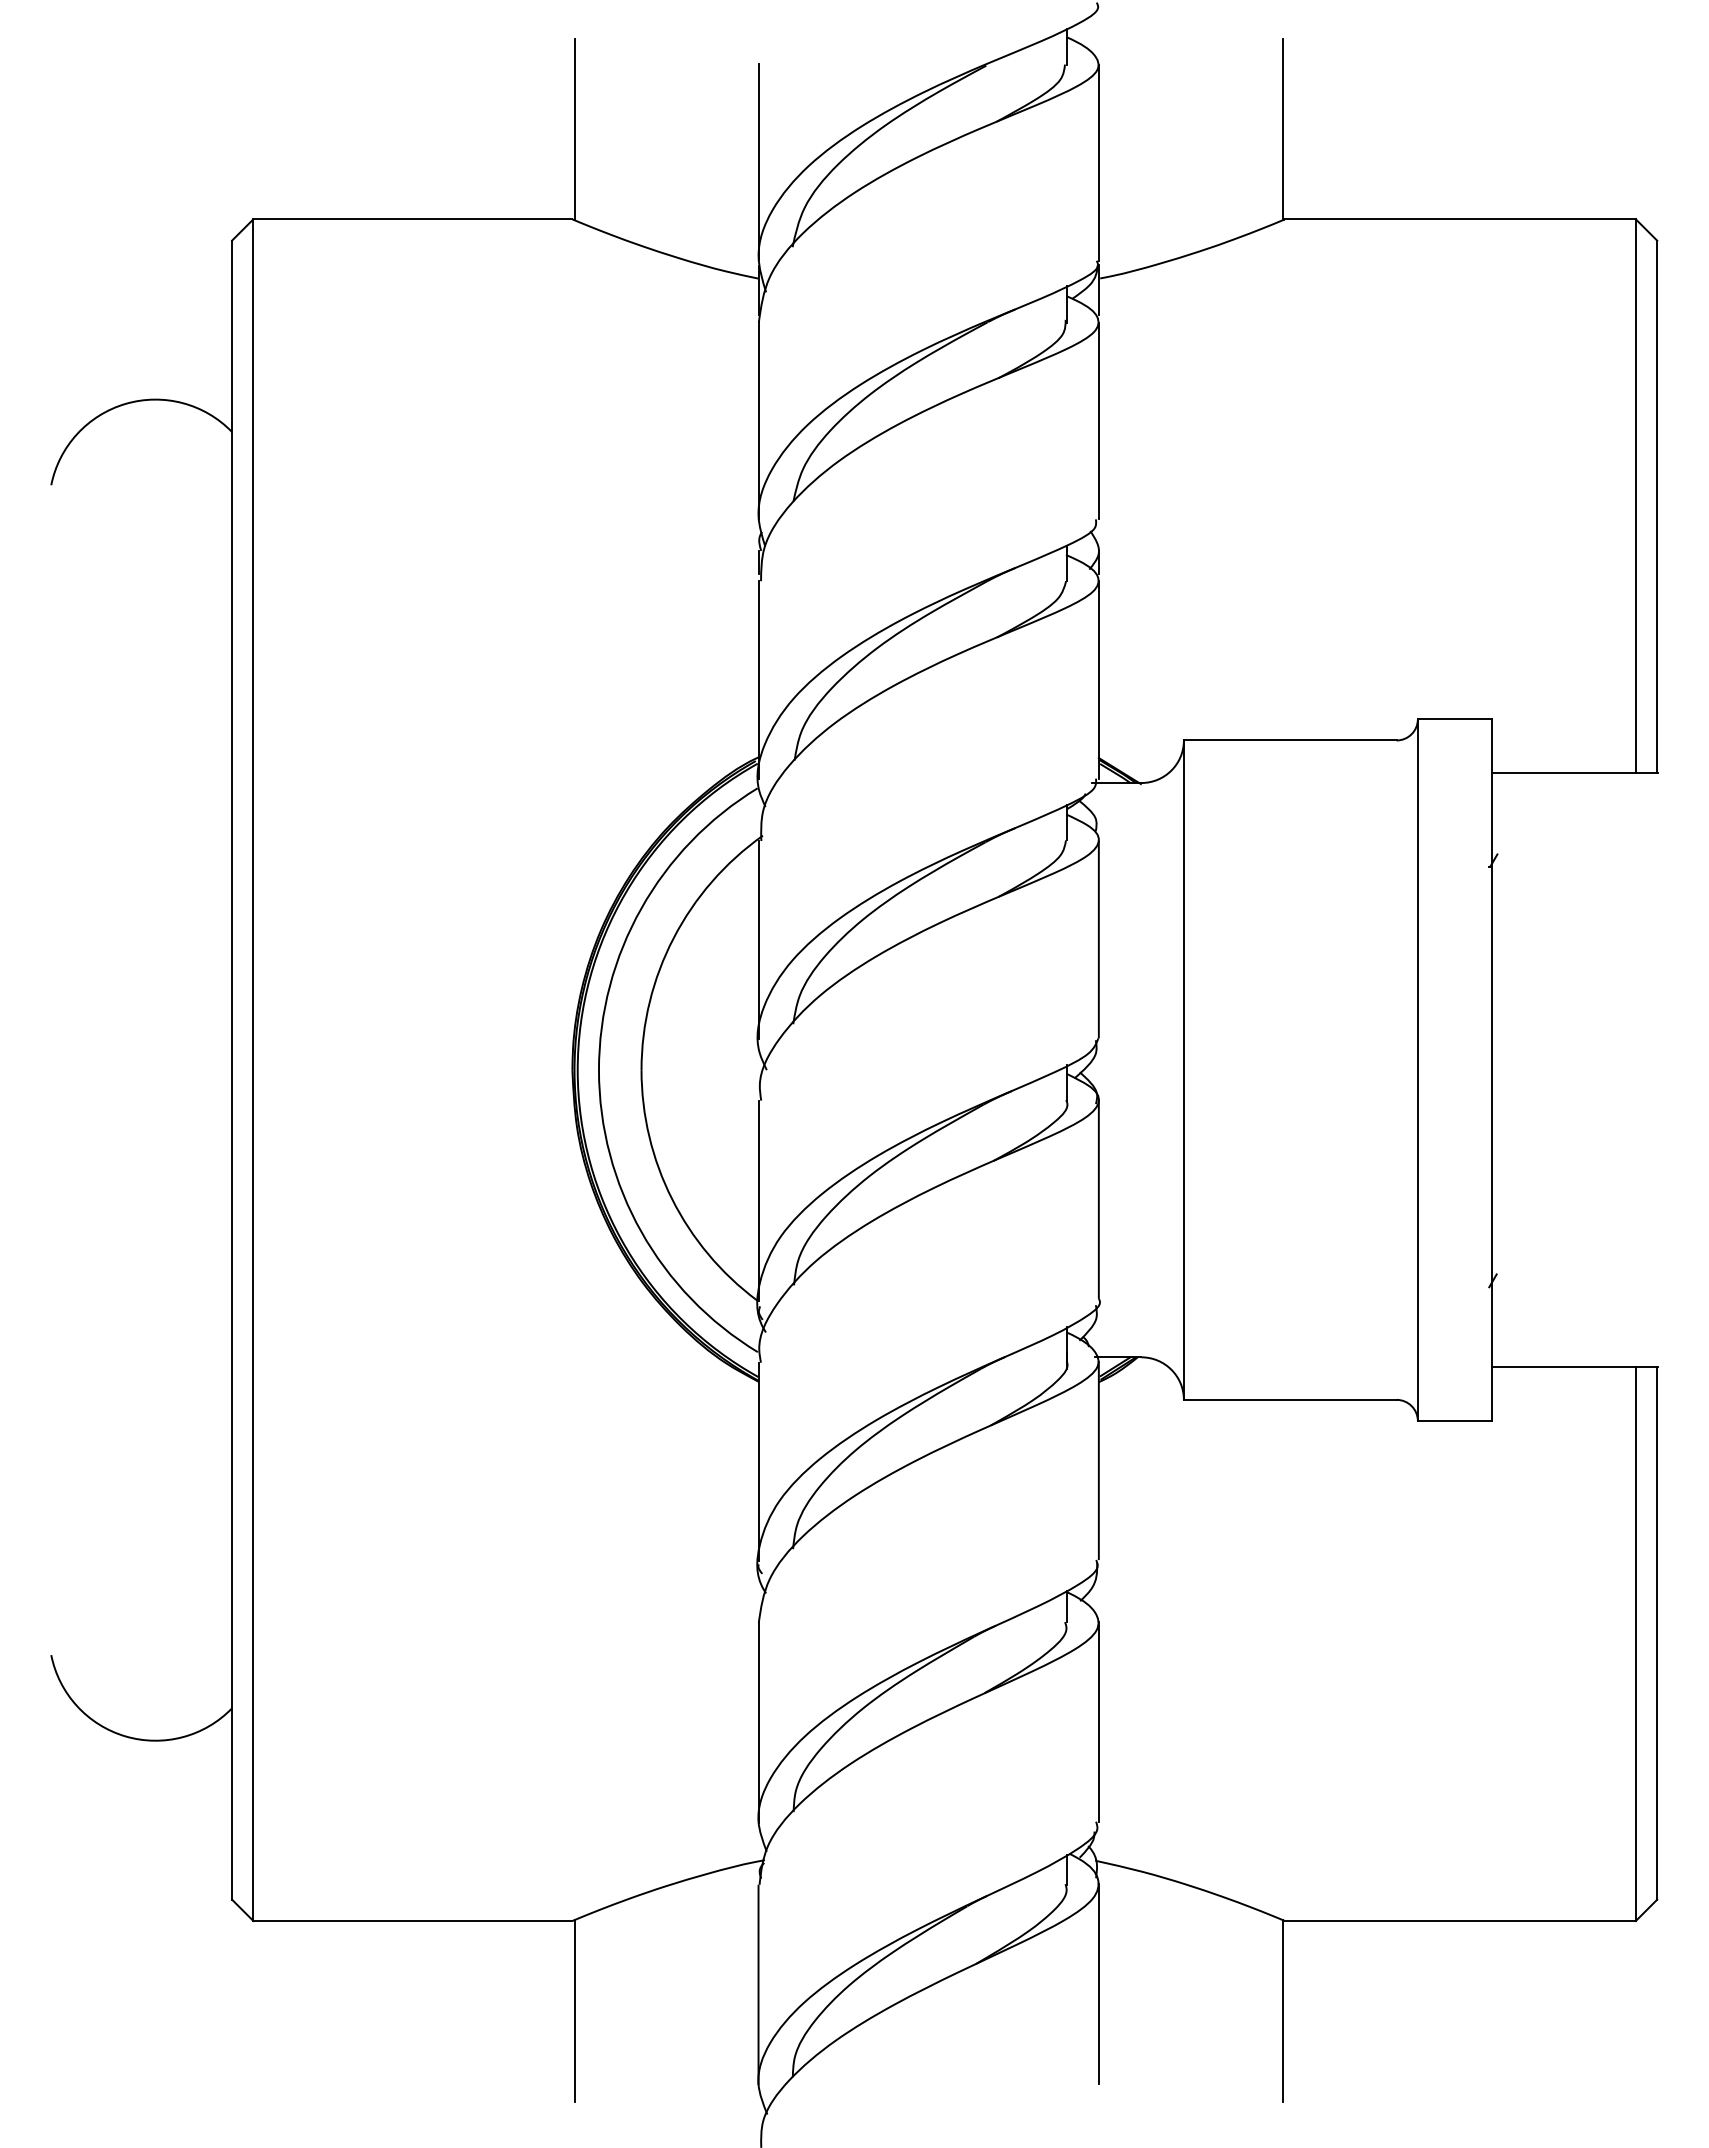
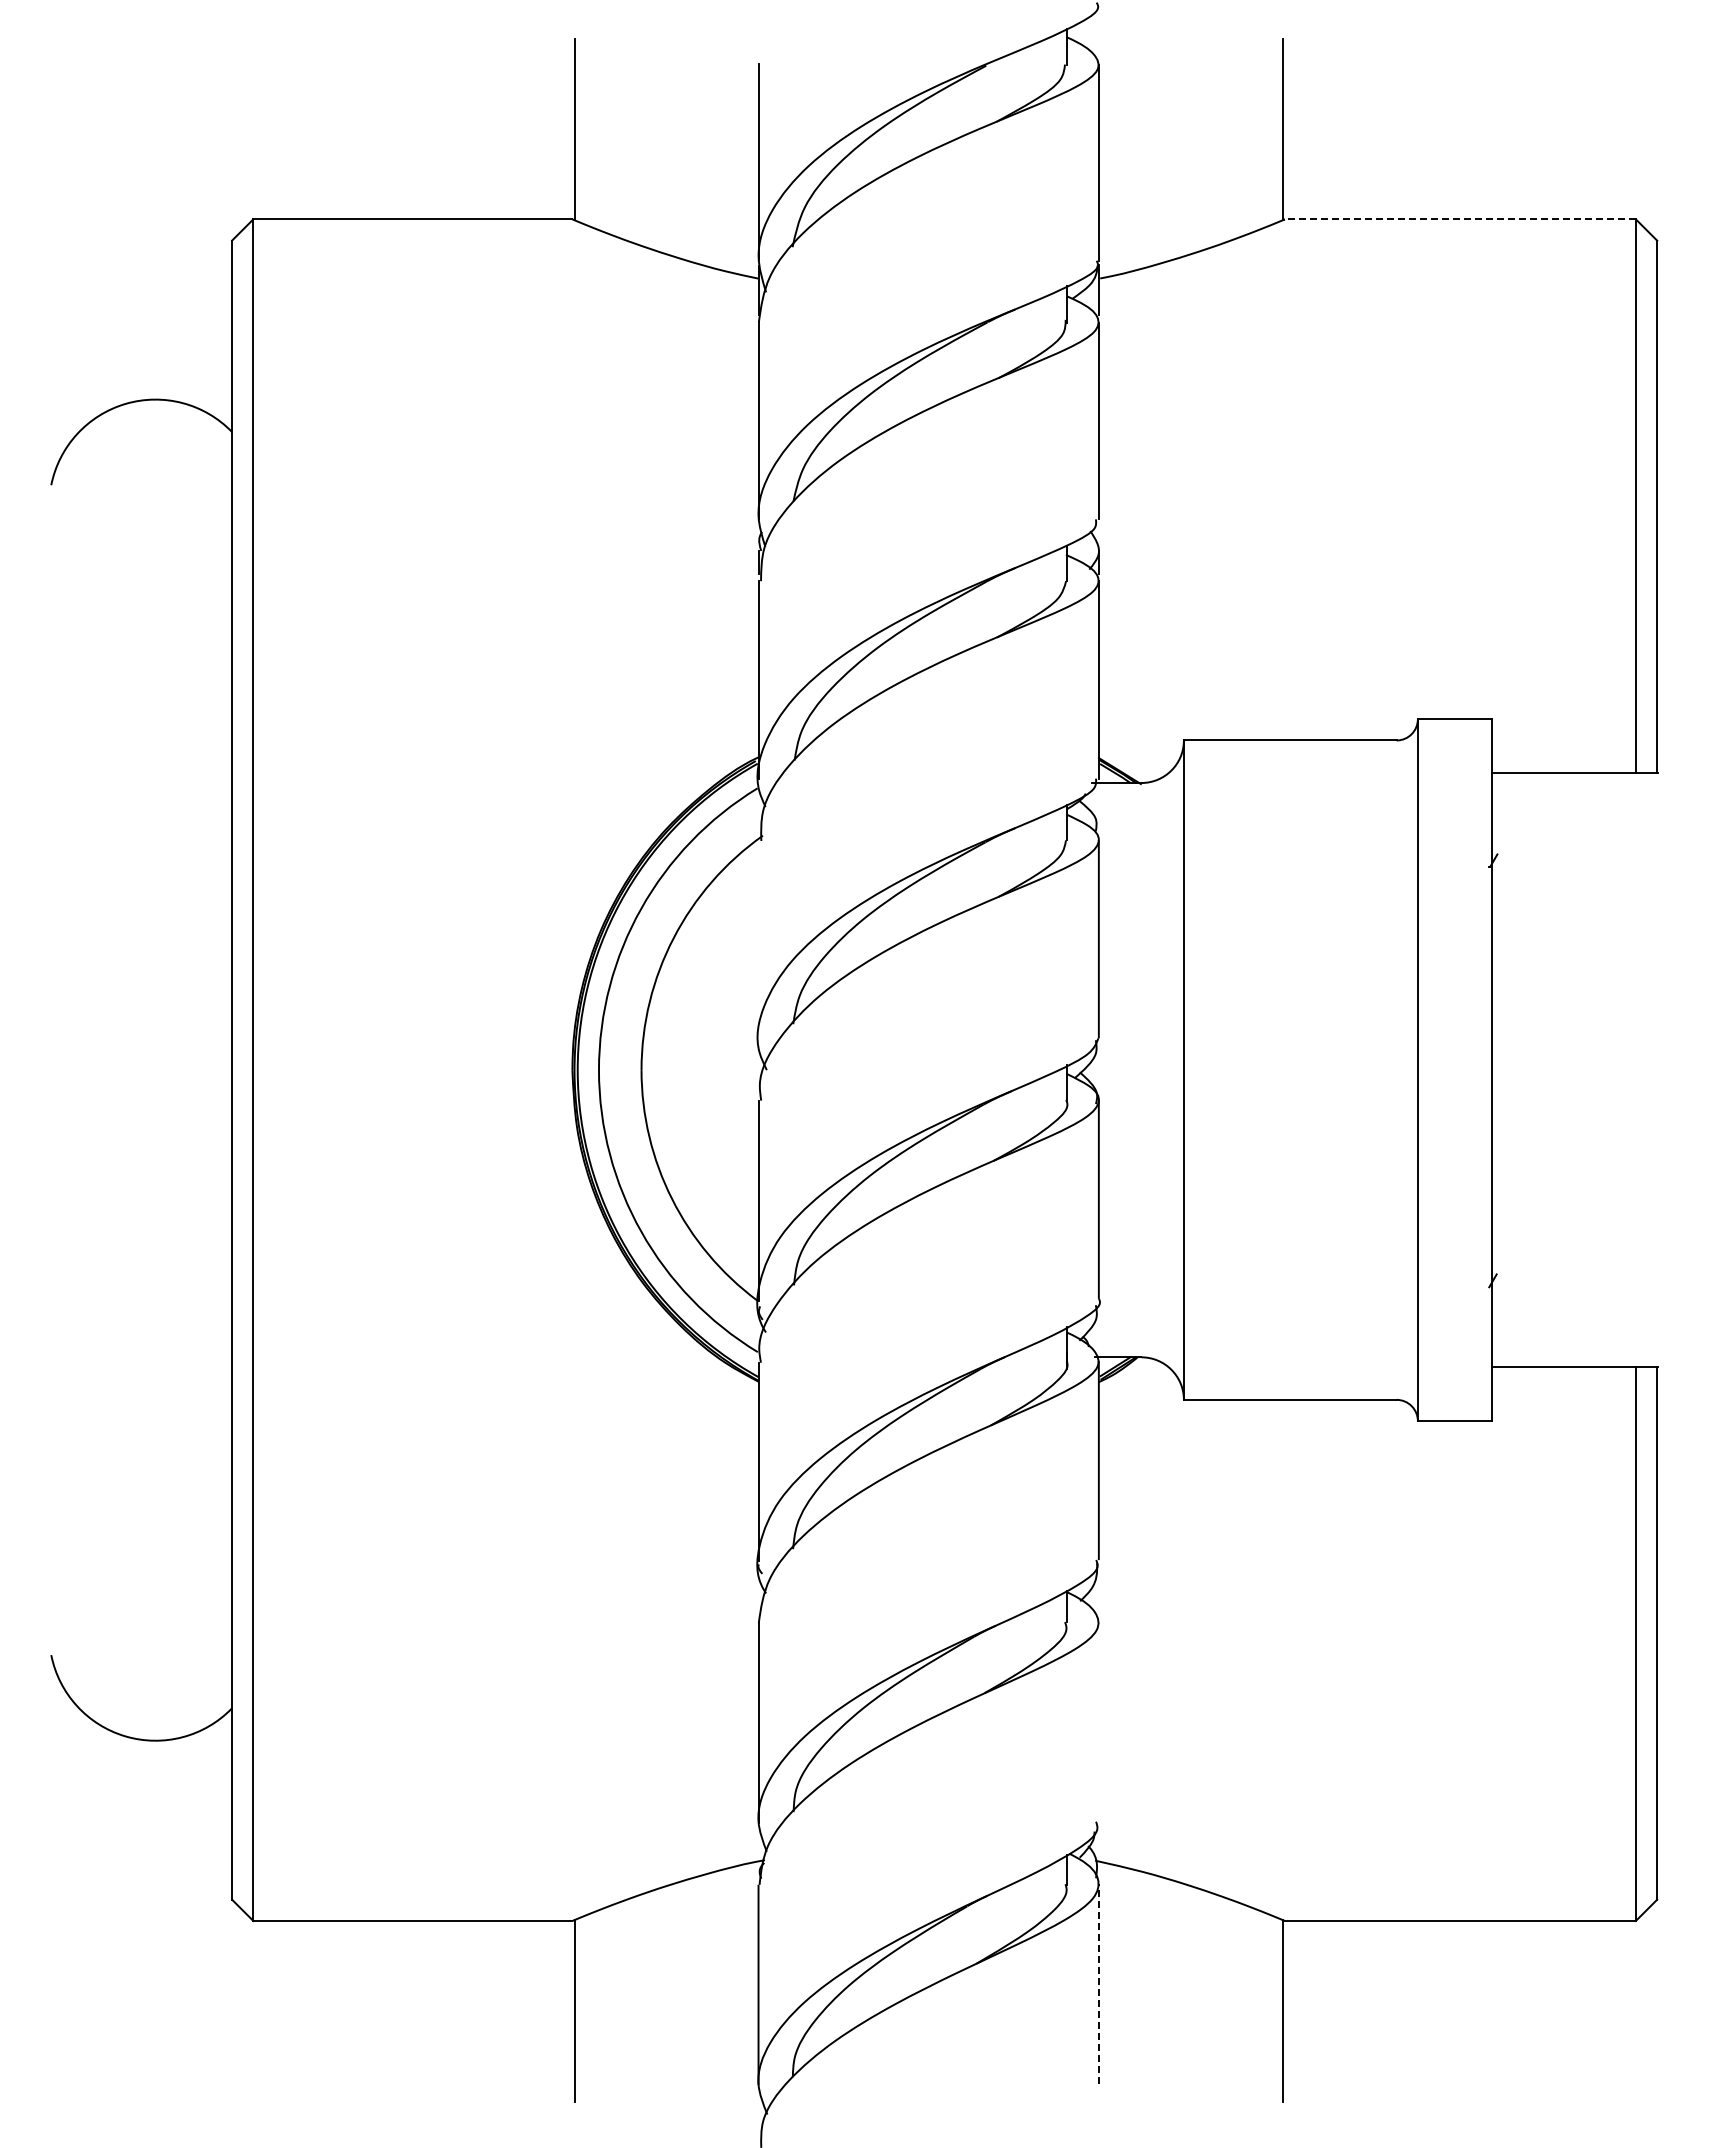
line at (1460, 219): solid -> dashed
line at (758, 939): present -> none
line at (1098, 1721): present -> none
line at (1098, 1983): solid -> dashed
